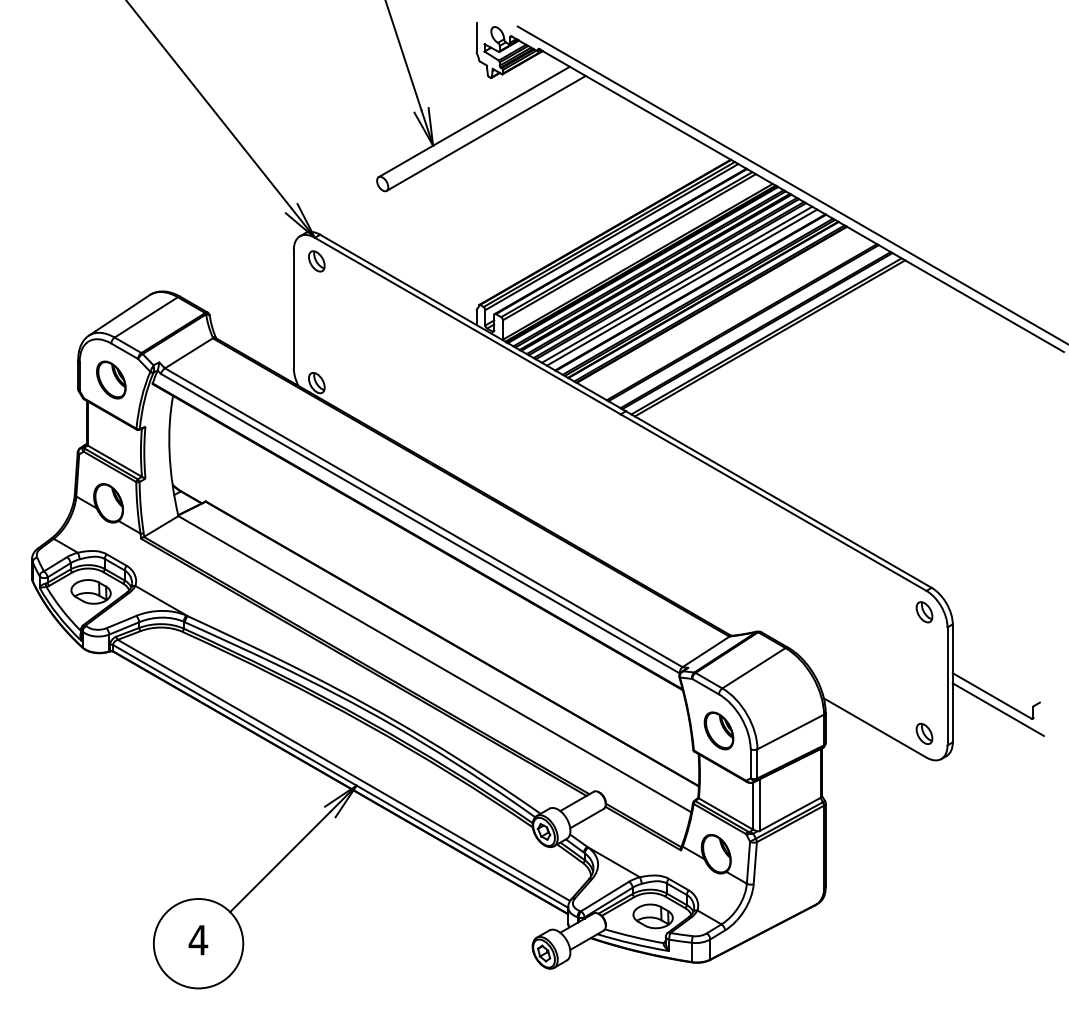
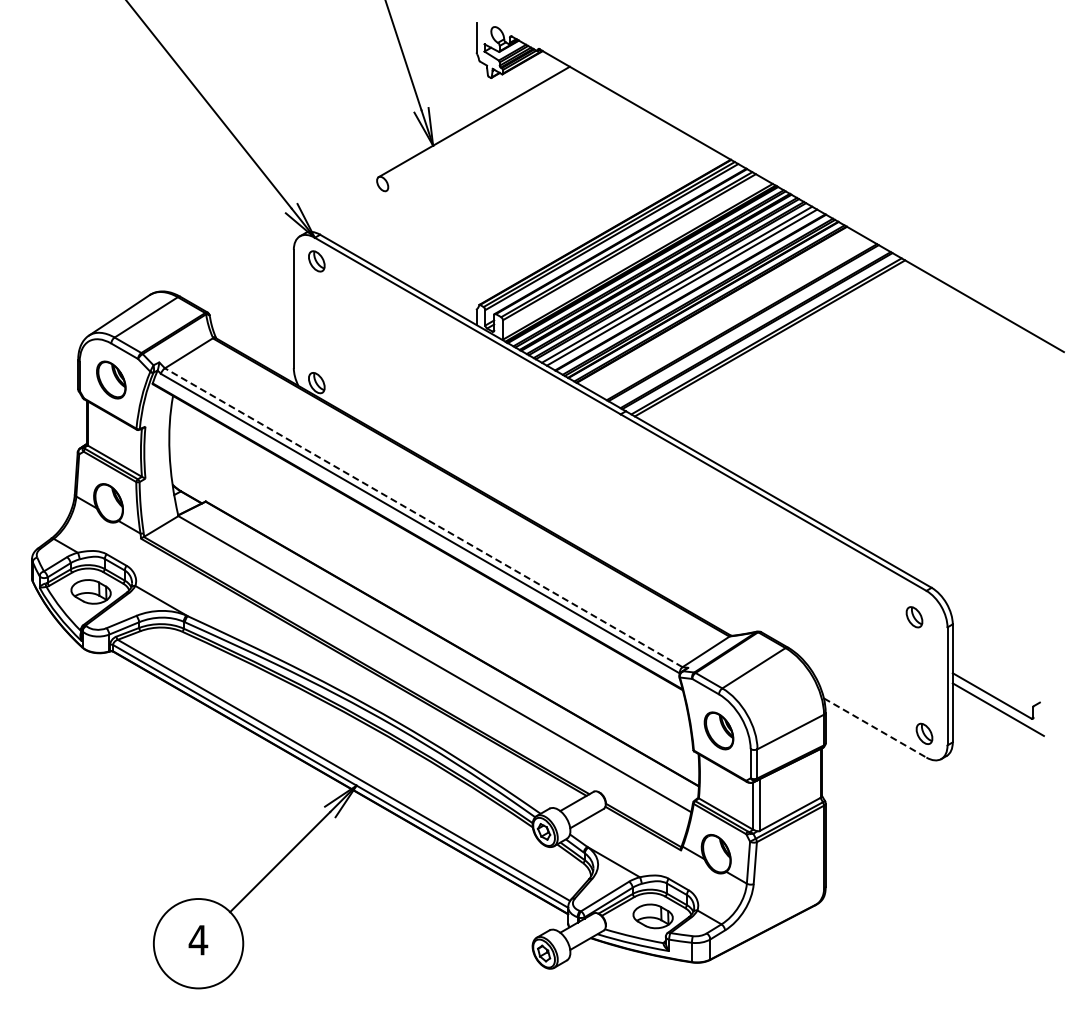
line at (485, 132): present -> none
line at (791, 184): present -> none
line at (423, 517): solid -> dashed
part at (924, 612) position: (924, 612) -> (914, 617)
line at (875, 728): solid -> dashed
